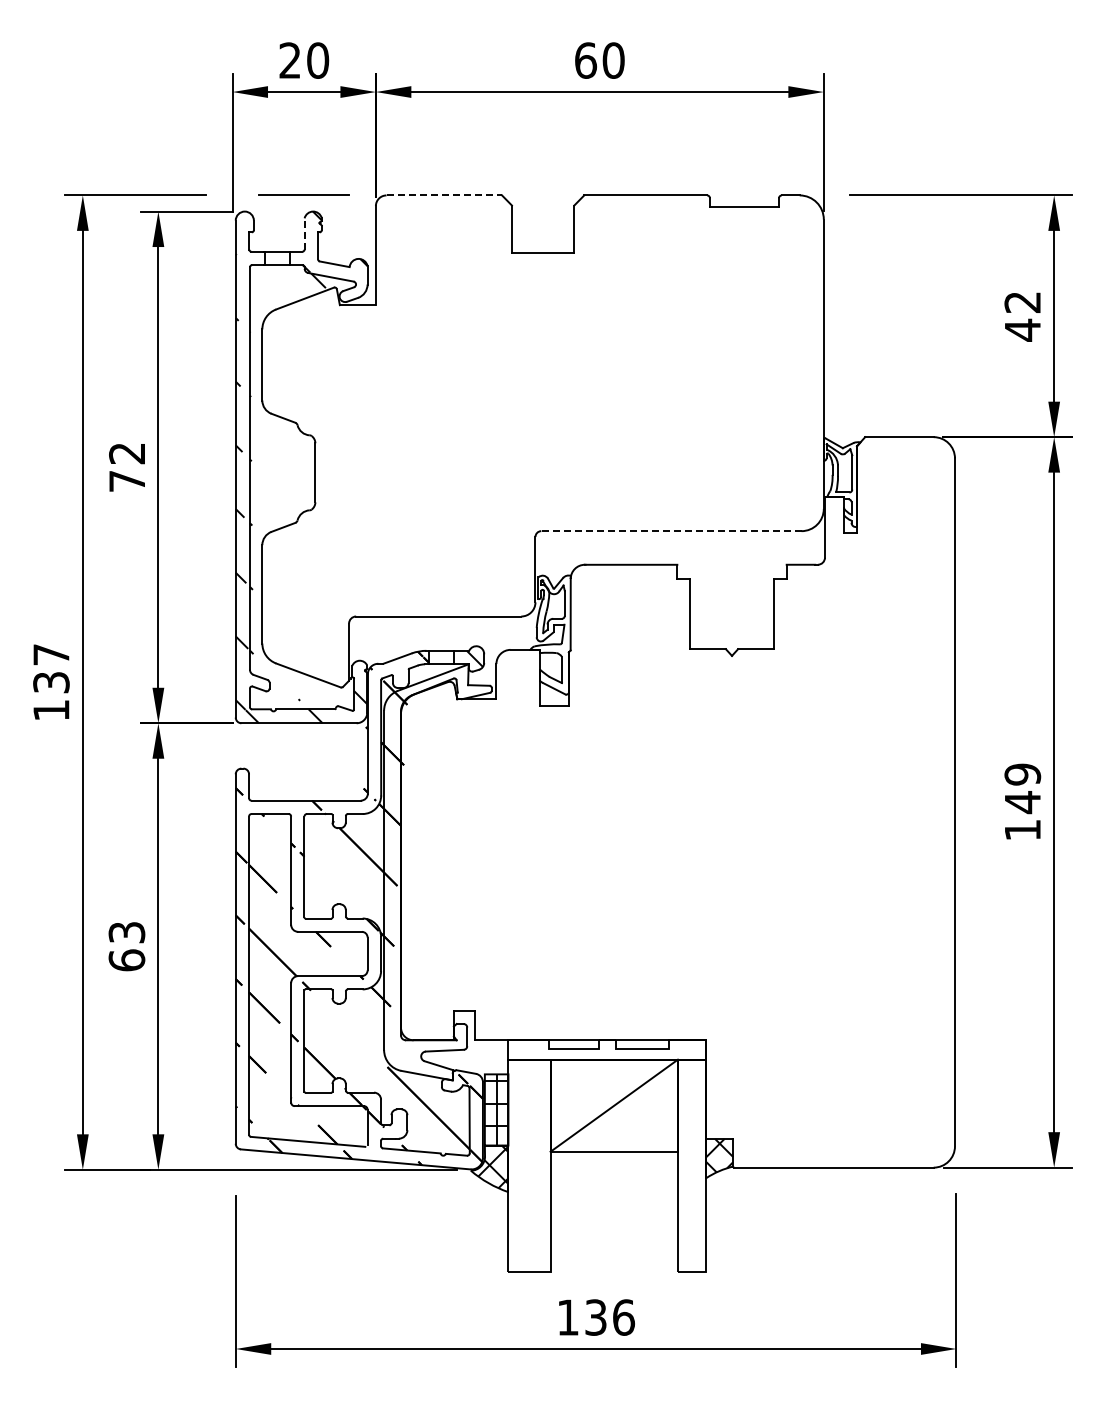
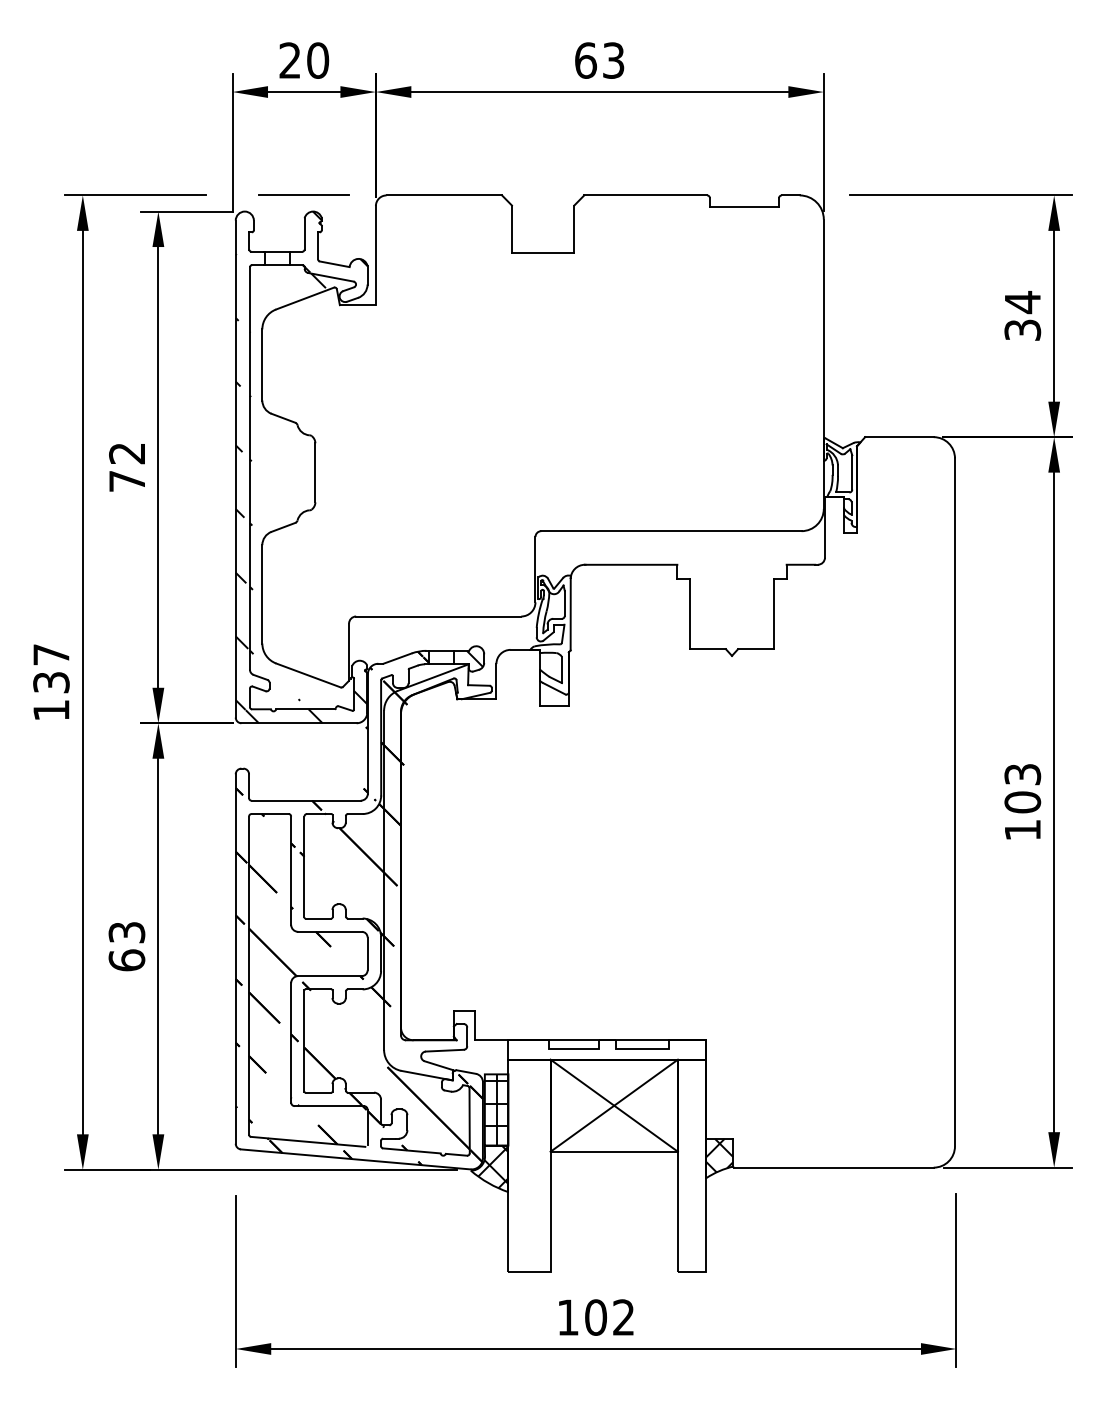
text at (613, 60): 60 -> 63
line at (444, 195): dashed -> solid
line at (304, 233): dashed -> solid
text at (1022, 316): 42 -> 34
line at (670, 531): dashed -> solid
text at (1022, 788): 149 -> 103
line at (613, 1105): none -> present
text at (609, 1317): 136 -> 102
